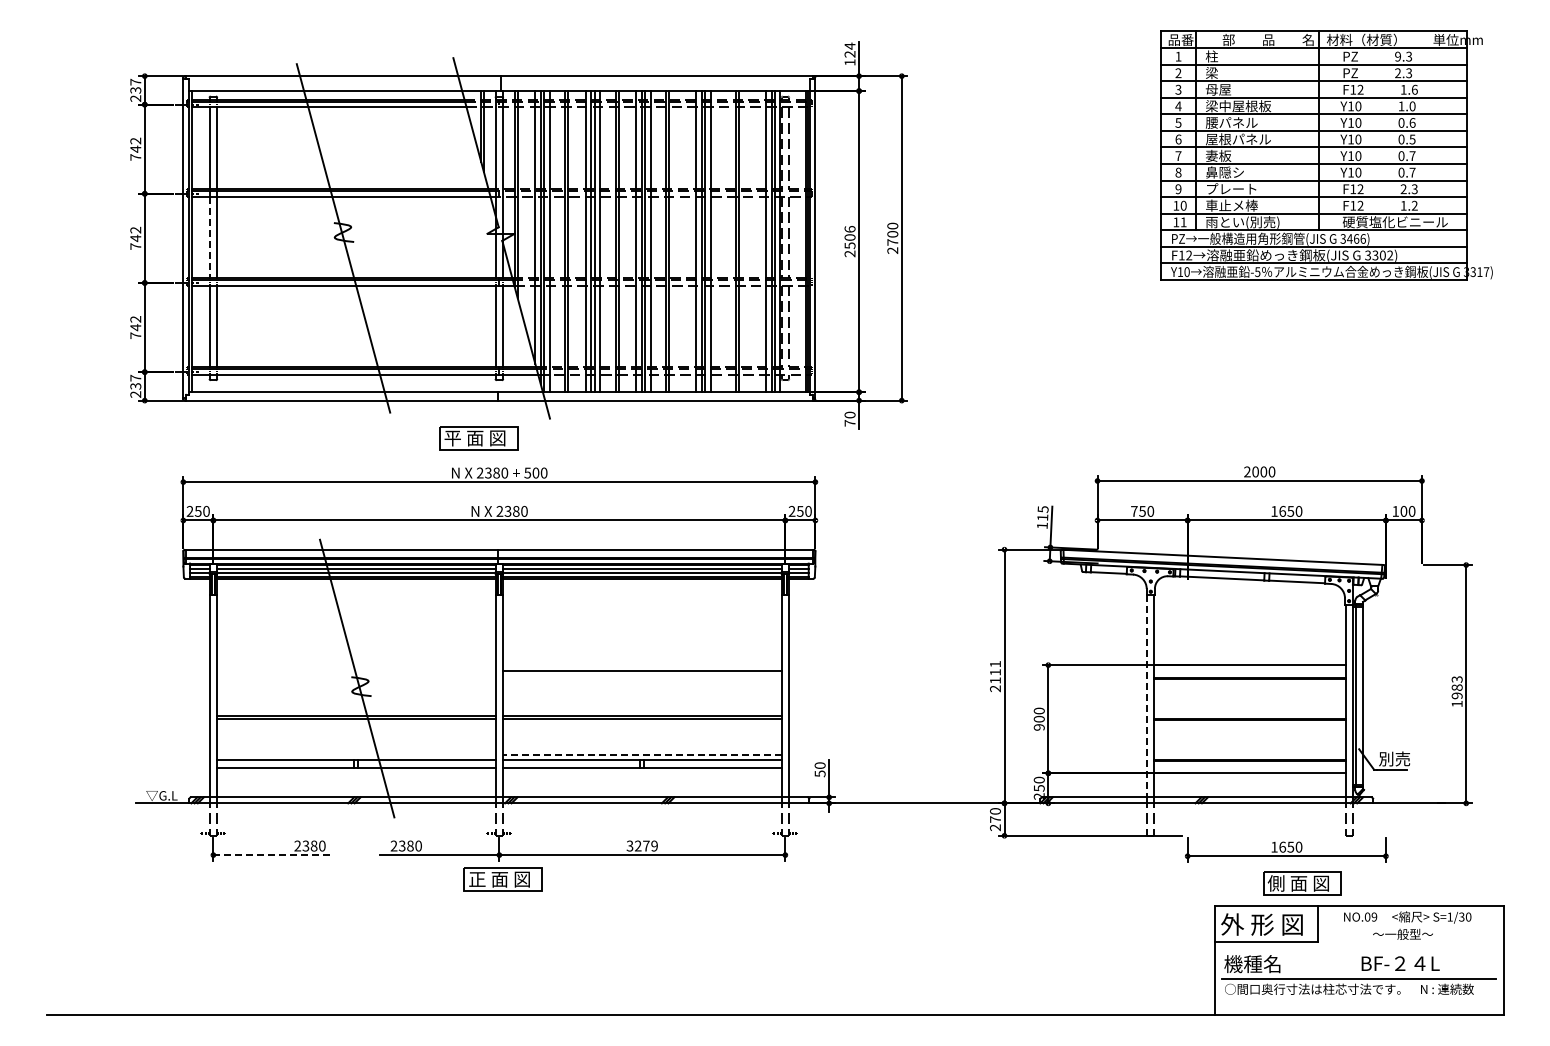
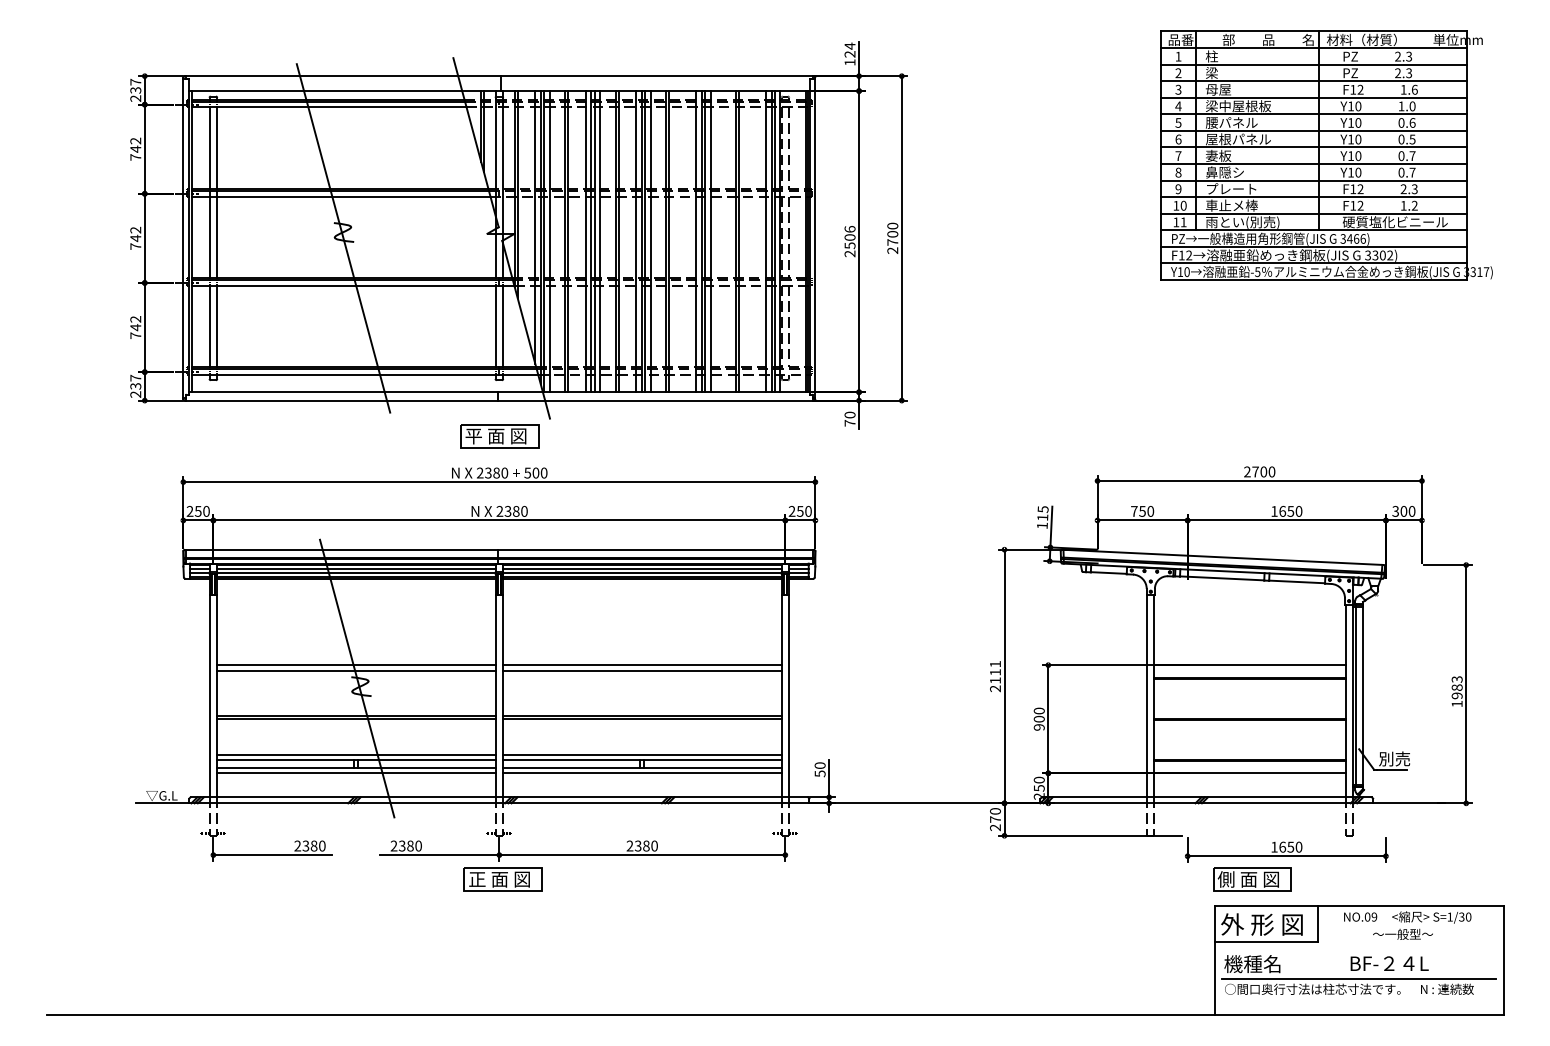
text at (1397, 56): 9.3 -> 2.3
line at (209, 237): dashed -> solid
part at (478, 438) position: (478, 438) -> (499, 436)
text at (1255, 471): 2000 -> 2700
text at (1395, 510): 100 -> 300
line at (356, 665): none -> present
line at (641, 665): none -> present
line at (356, 670): none -> present
line at (1147, 696): dashed -> solid
line at (356, 755): none -> present
line at (641, 755): dashed -> solid
line at (356, 773): none -> present
line at (641, 773): none -> present
text at (641, 845): 3279 -> 2380
line at (273, 855): dashed -> solid
part at (1302, 883) position: (1302, 883) -> (1252, 879)
text at (1400, 963) position: (1400, 963) -> (1389, 963)
